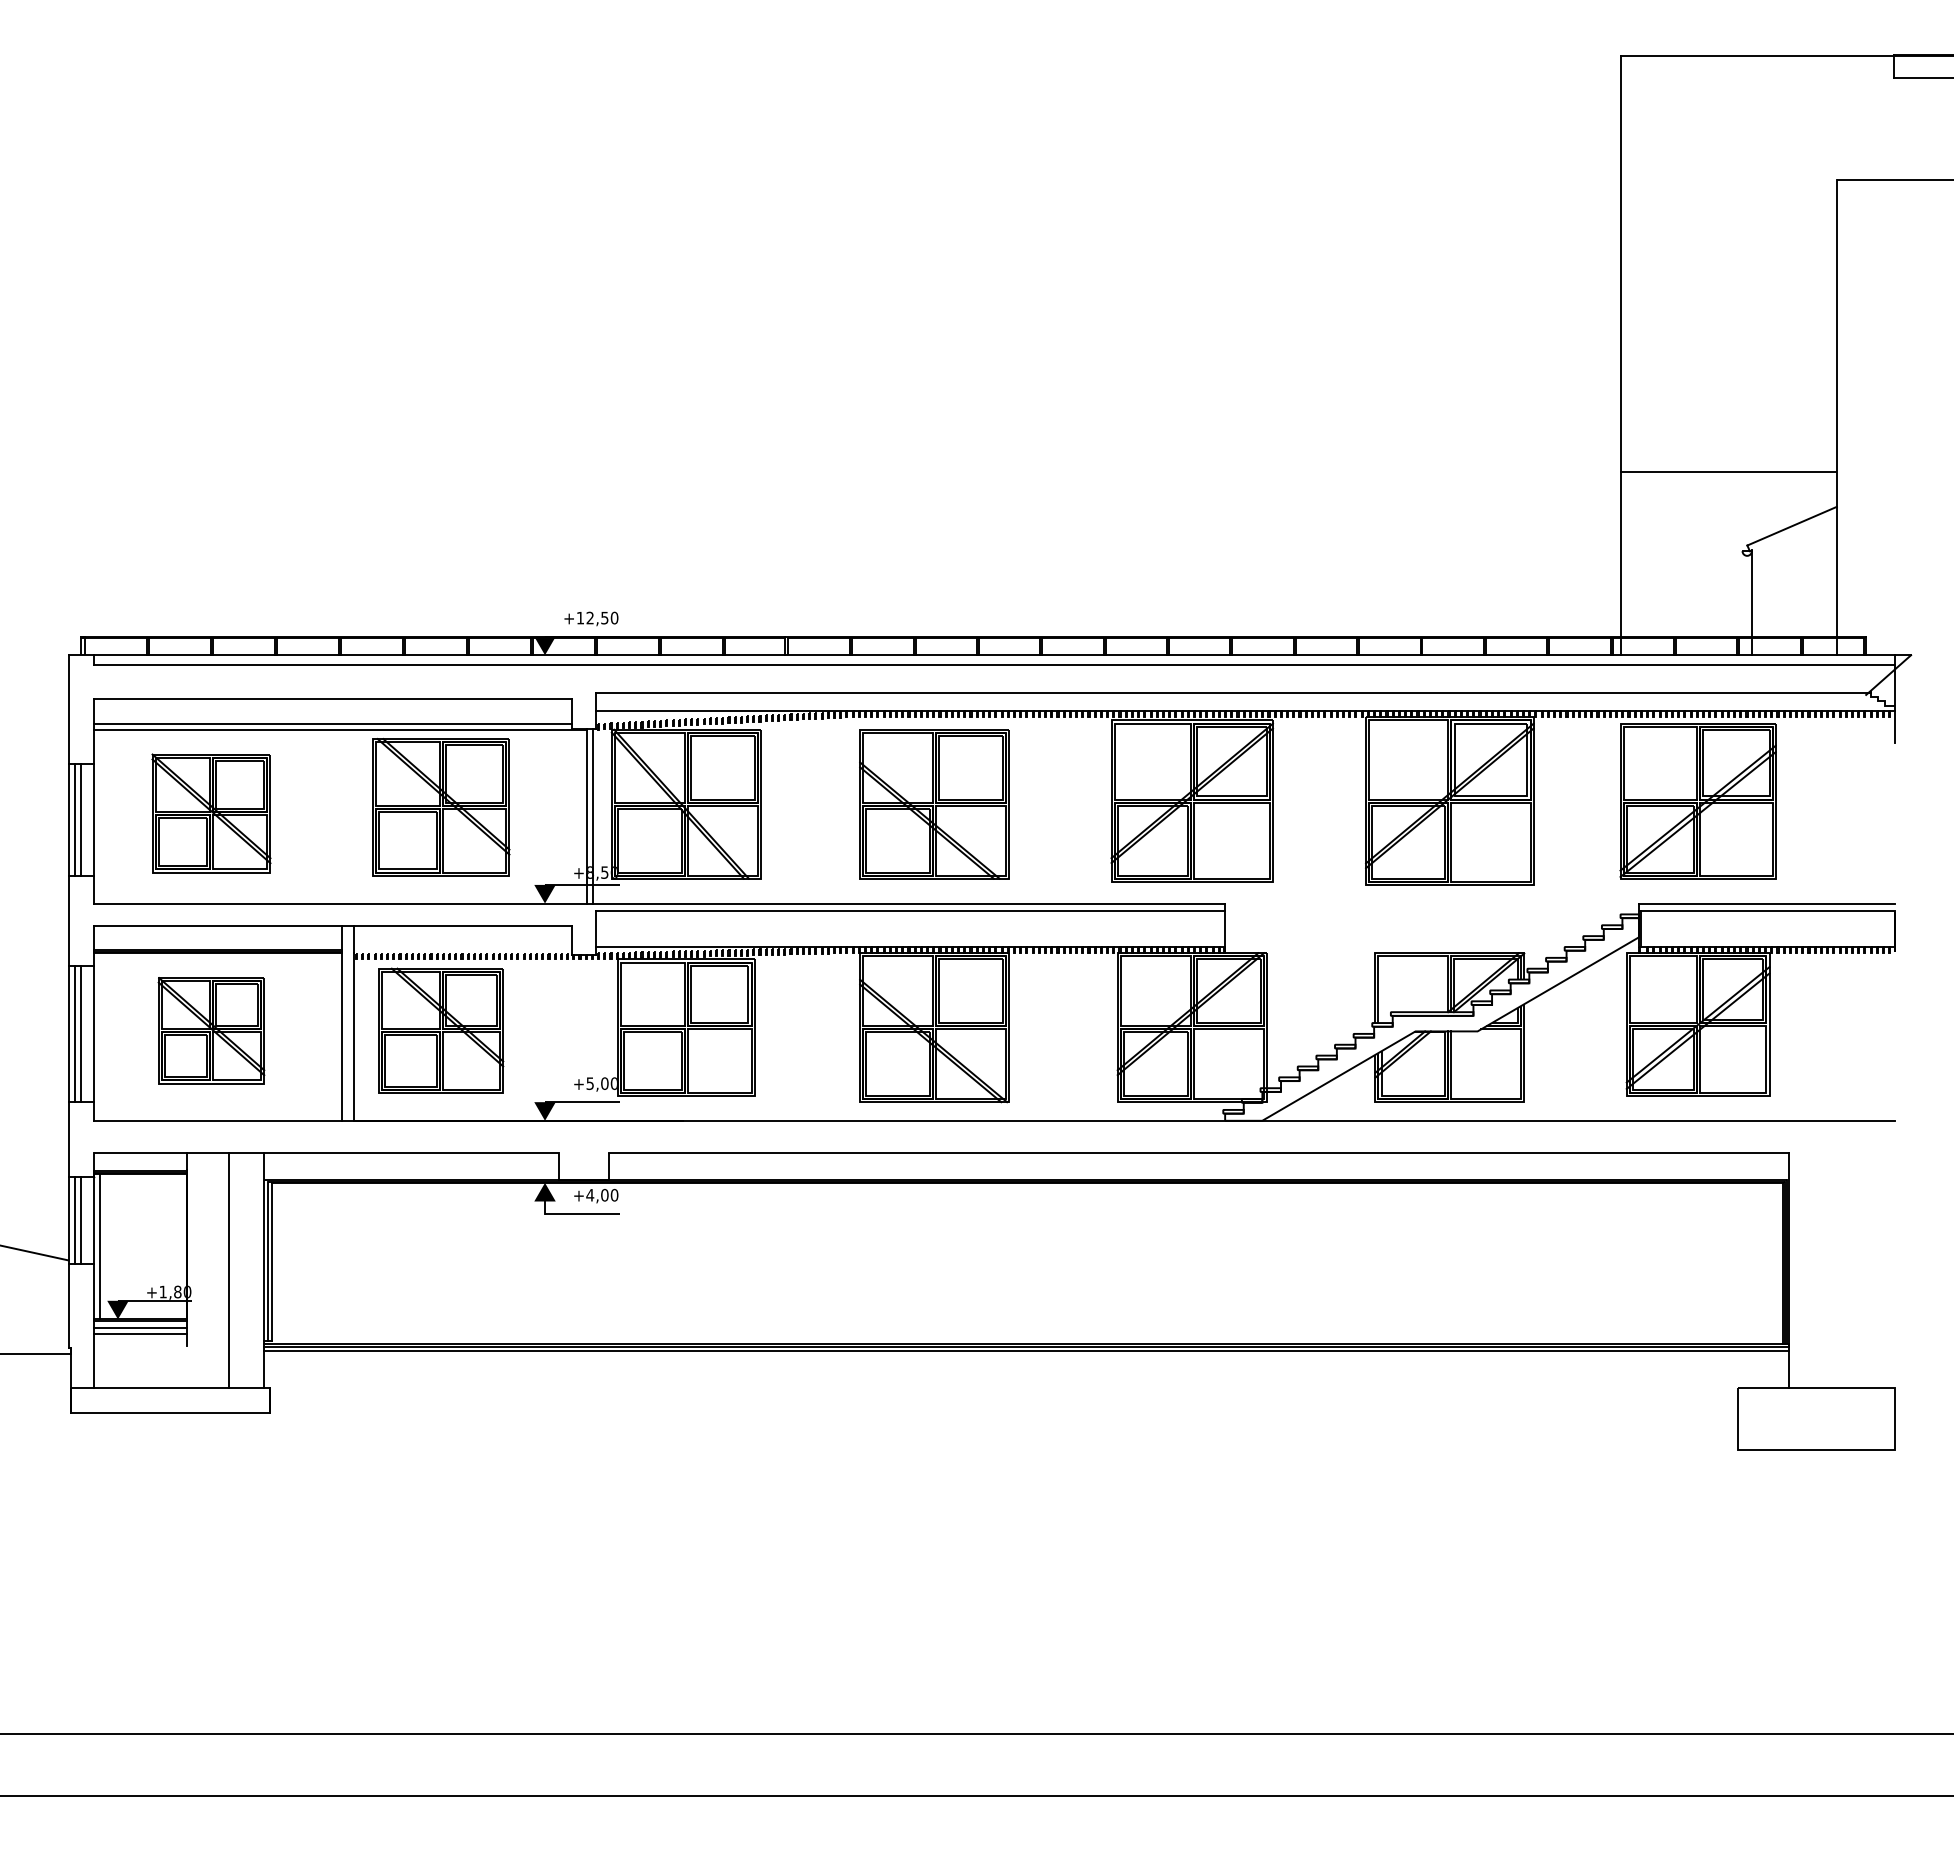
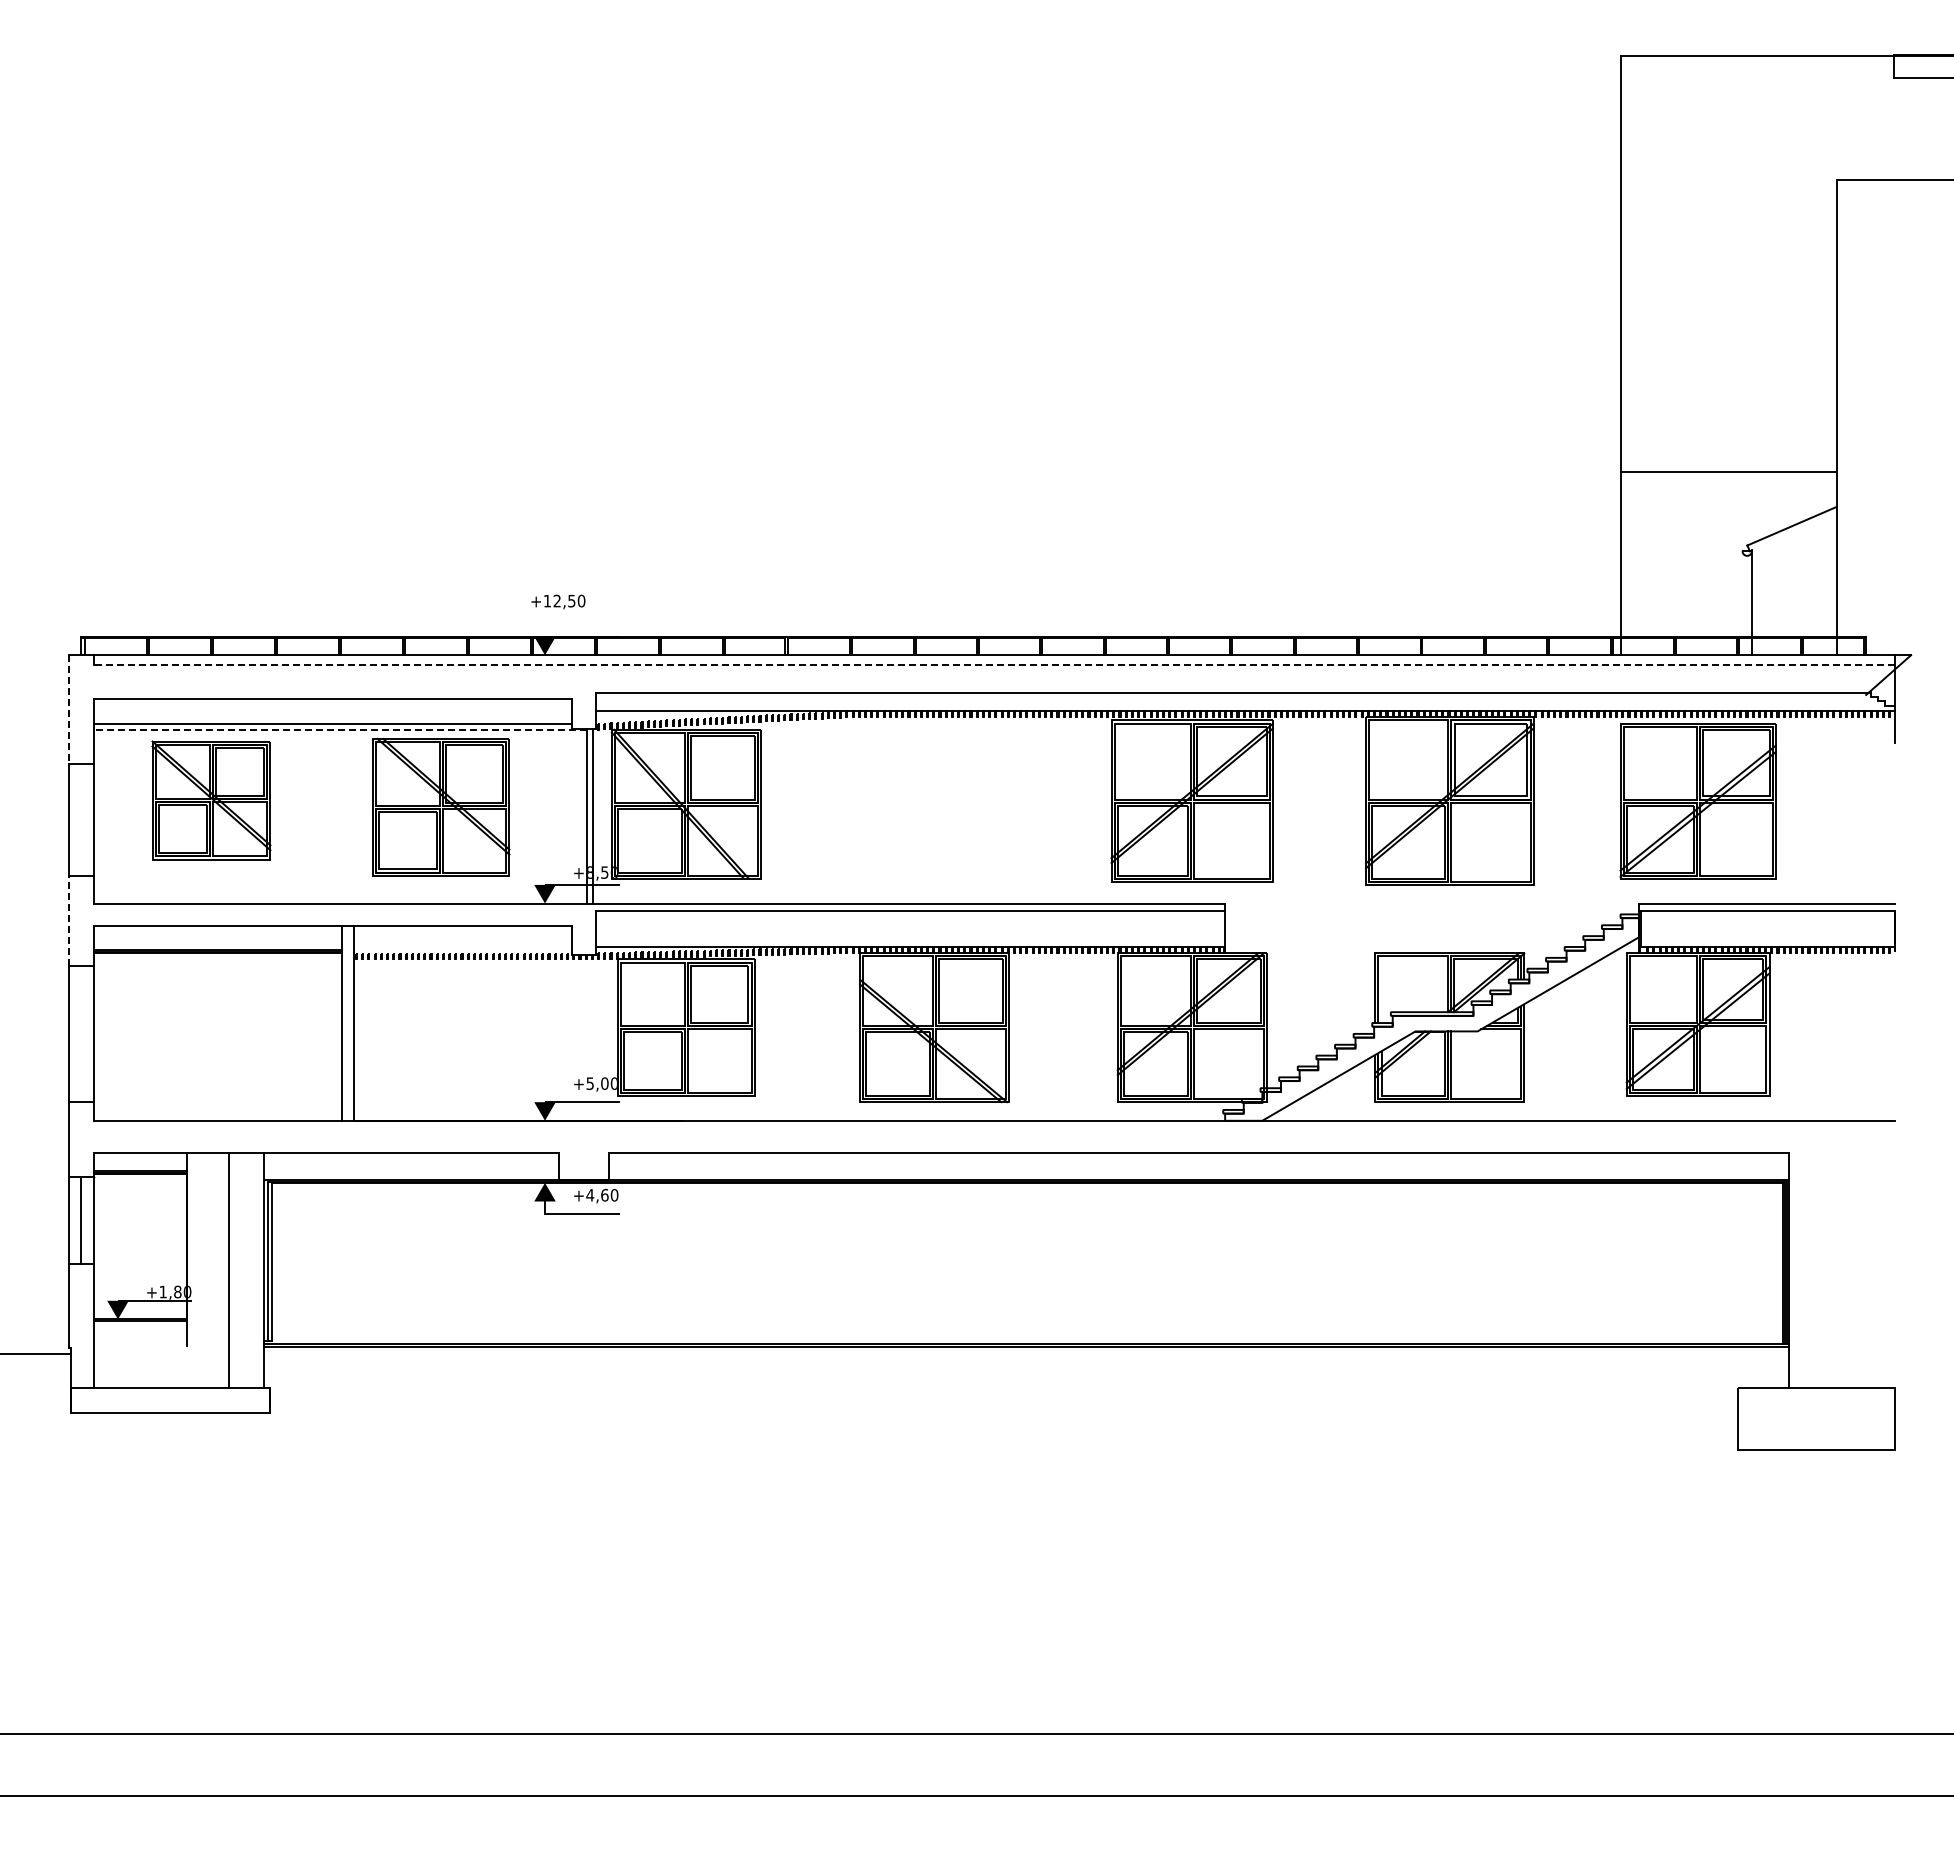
text at (591, 618) position: (591, 618) -> (558, 601)
line at (994, 664): solid -> dashed
line at (68, 710): solid -> dashed
line at (340, 729): solid -> dashed
part at (934, 804): present -> none
part at (211, 813) position: (211, 813) -> (211, 800)
line at (74, 819): present -> none
line at (81, 819): present -> none
line at (68, 920): solid -> dashed
part at (211, 1030): present -> none
part at (441, 1030): present -> none
line at (74, 1033): present -> none
line at (81, 1033): present -> none
text at (604, 1195): +4,00 -> +4,60
line at (74, 1219): present -> none
line at (99, 1246): present -> none
line at (35, 1252): present -> none
line at (139, 1327): present -> none
line at (139, 1333): present -> none
line at (1026, 1351): present -> none
